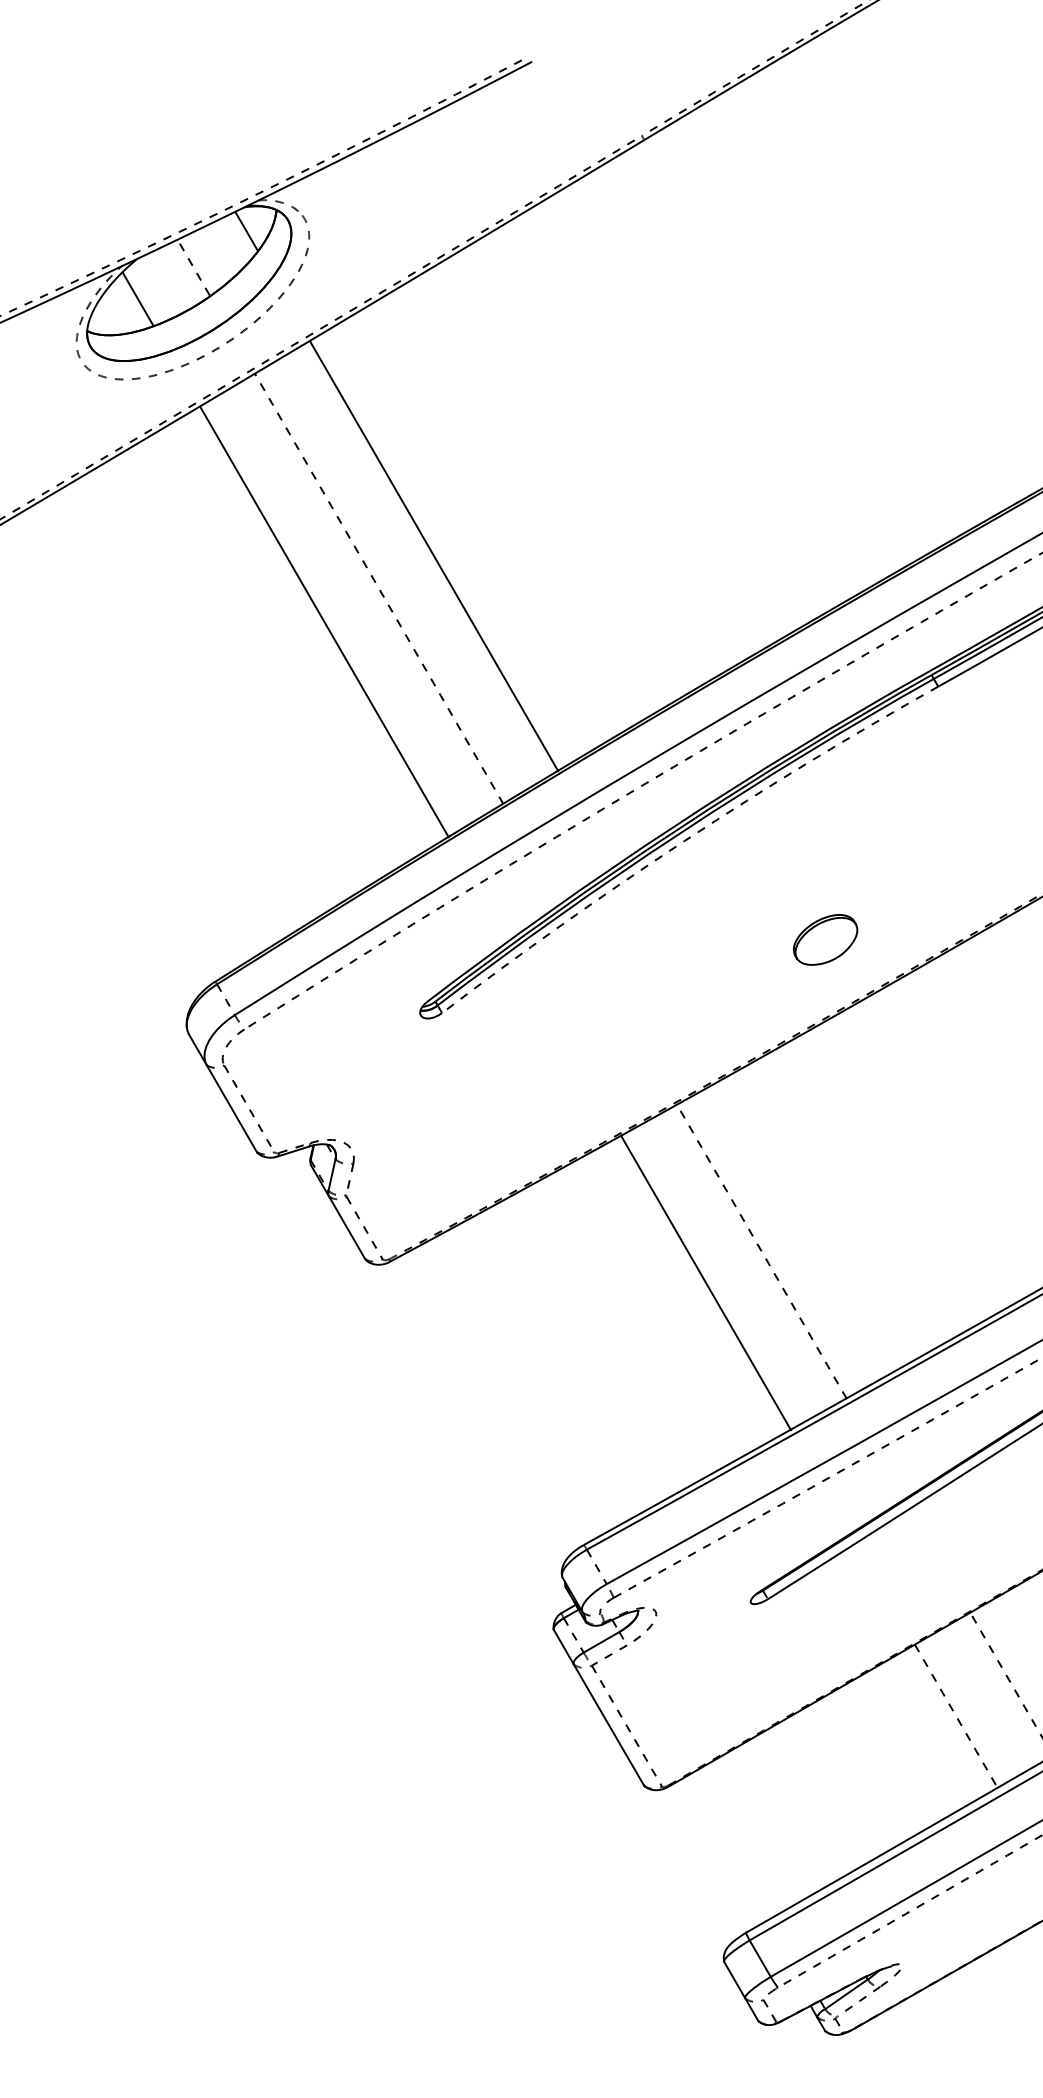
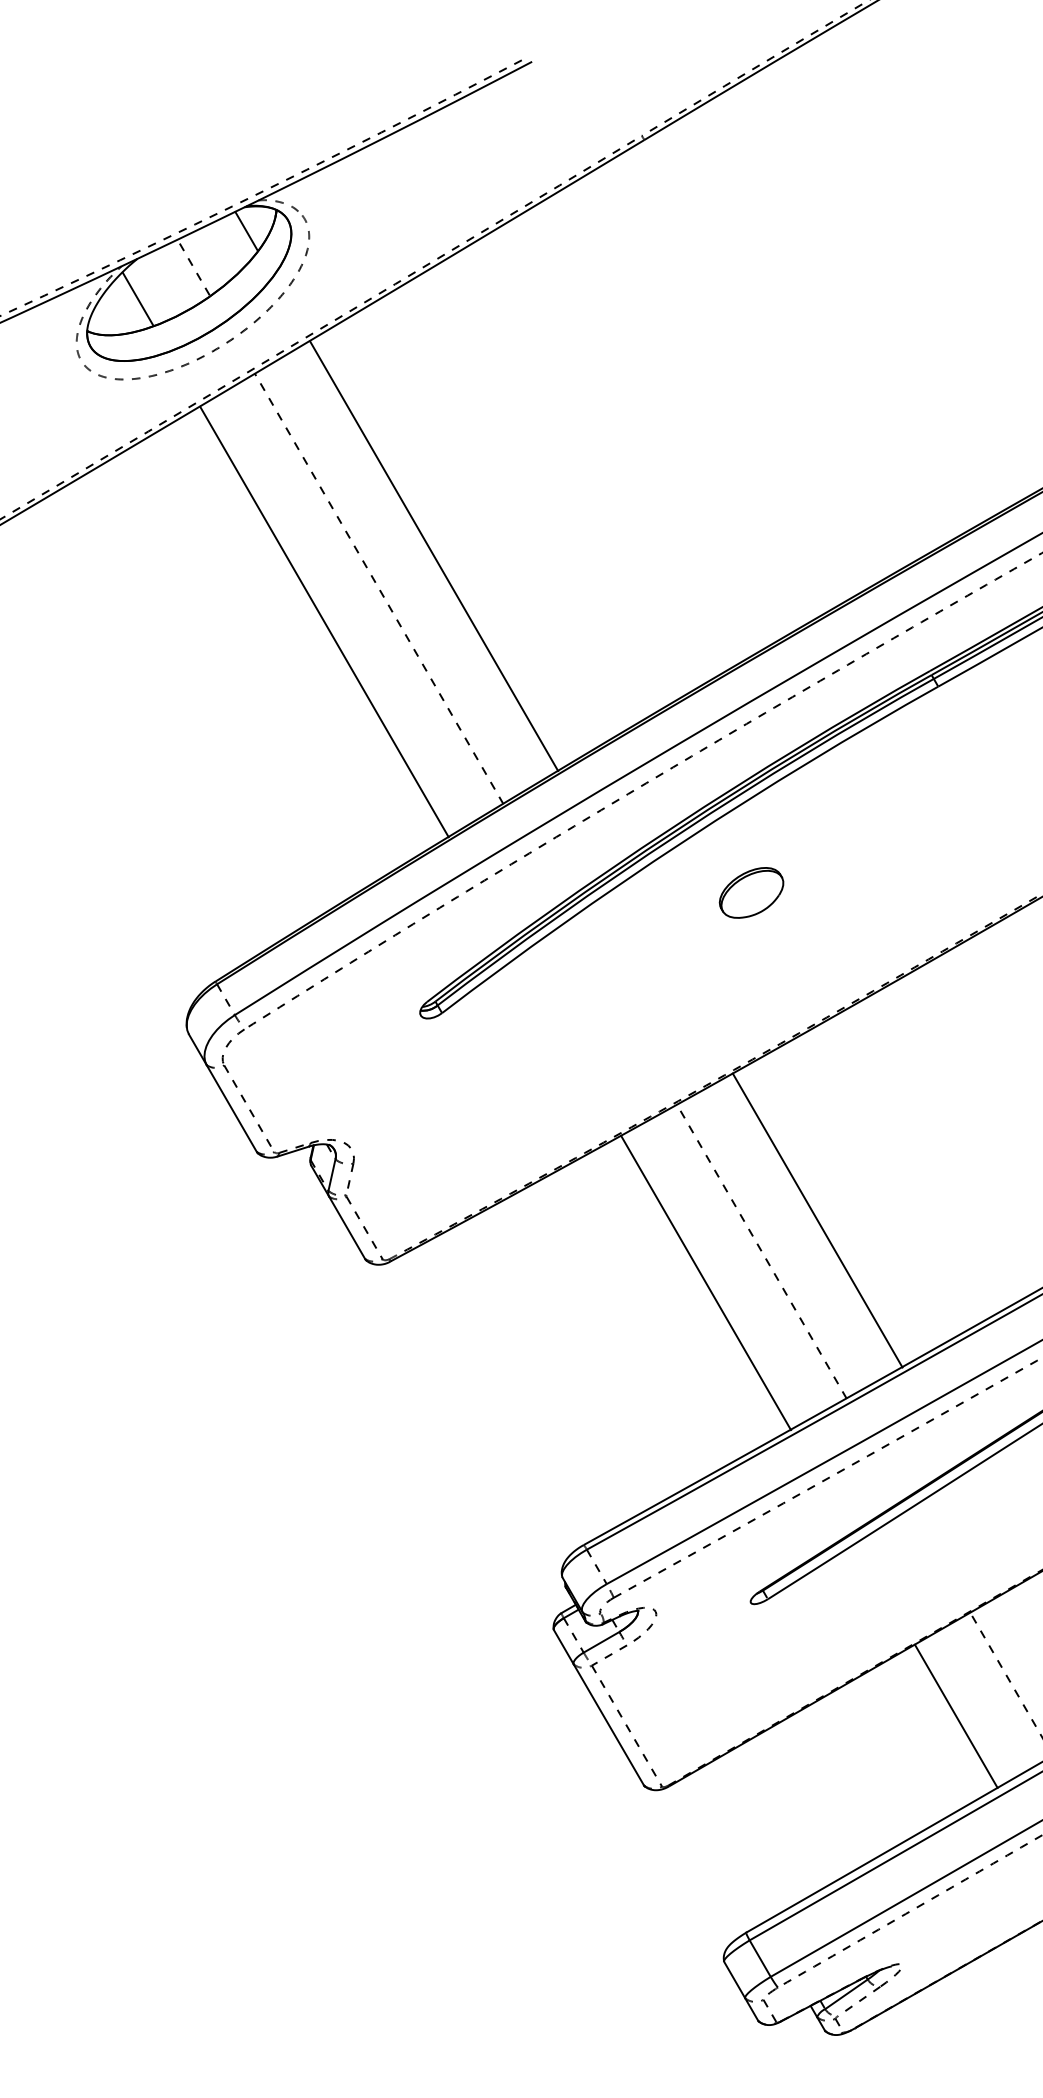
arc at (684, 841): dashed -> solid
part at (825, 939) position: (825, 939) -> (751, 892)
line at (817, 1220): none -> present
line at (956, 1716): dashed -> solid
